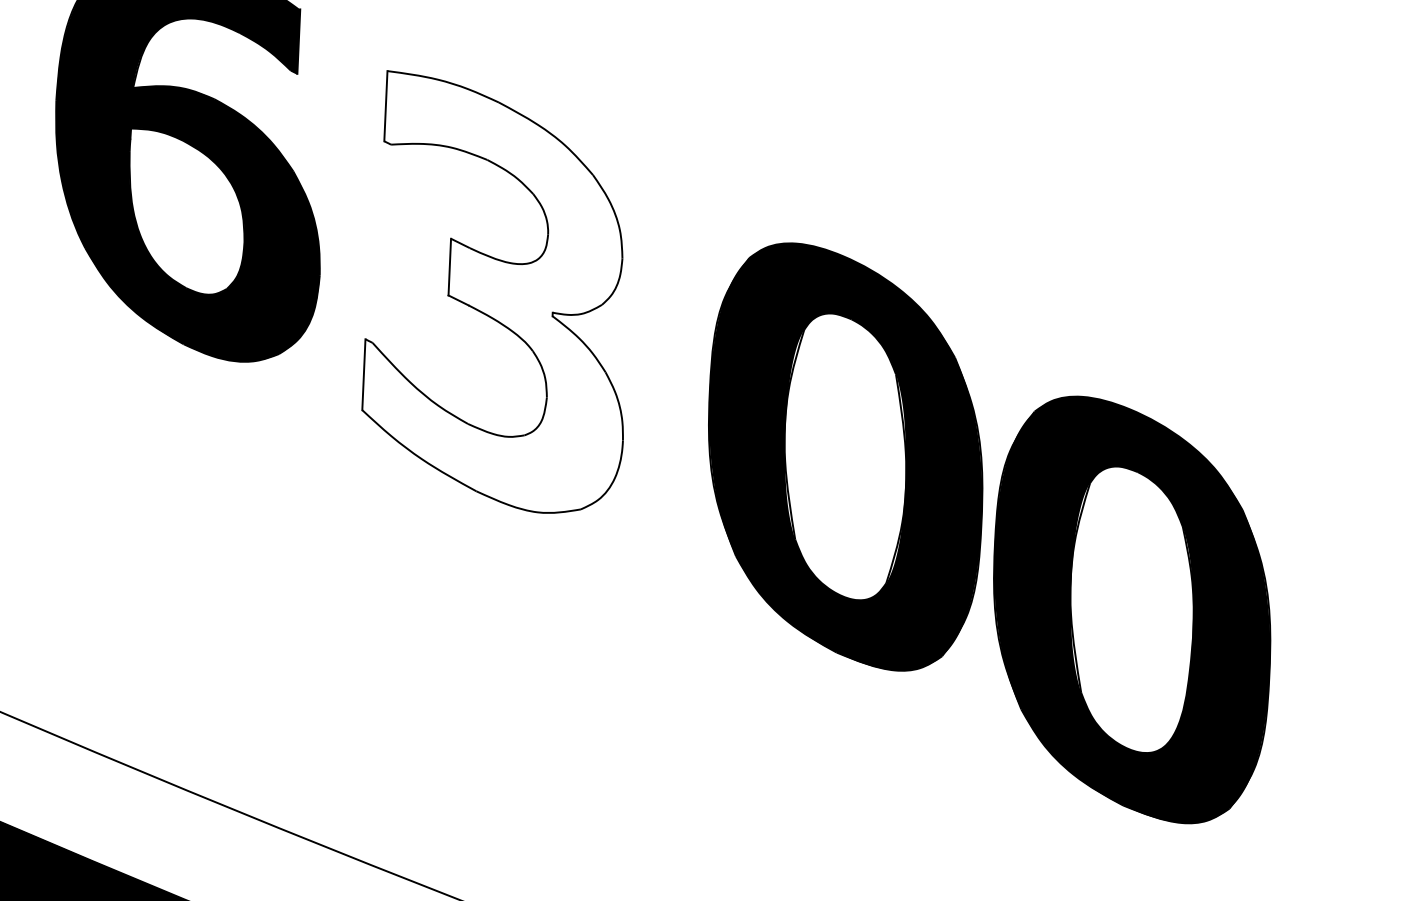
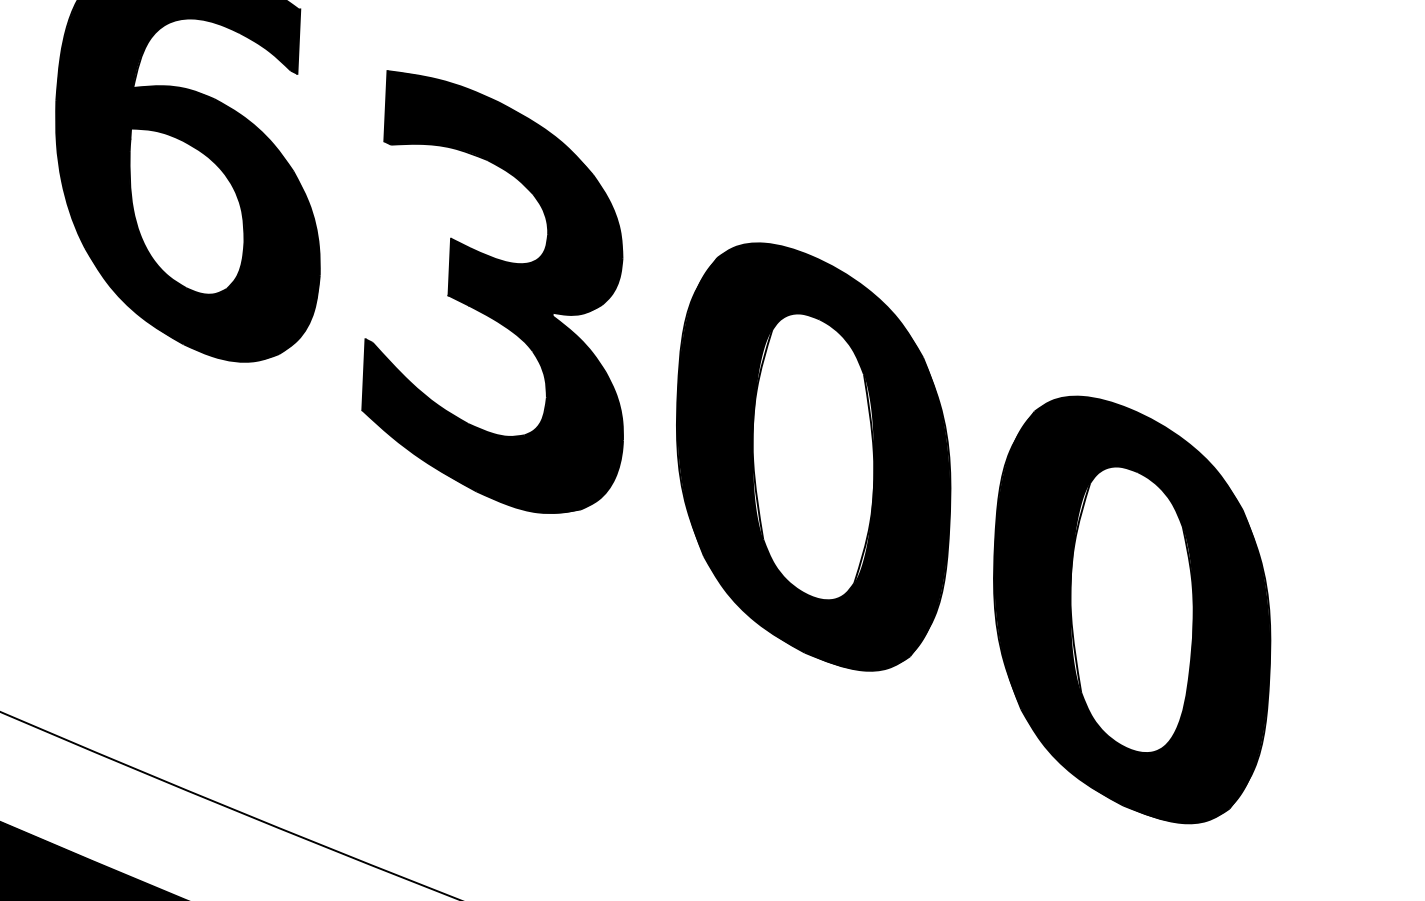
fill at (492, 292): none -> present
part at (845, 456) position: (845, 456) -> (813, 456)
